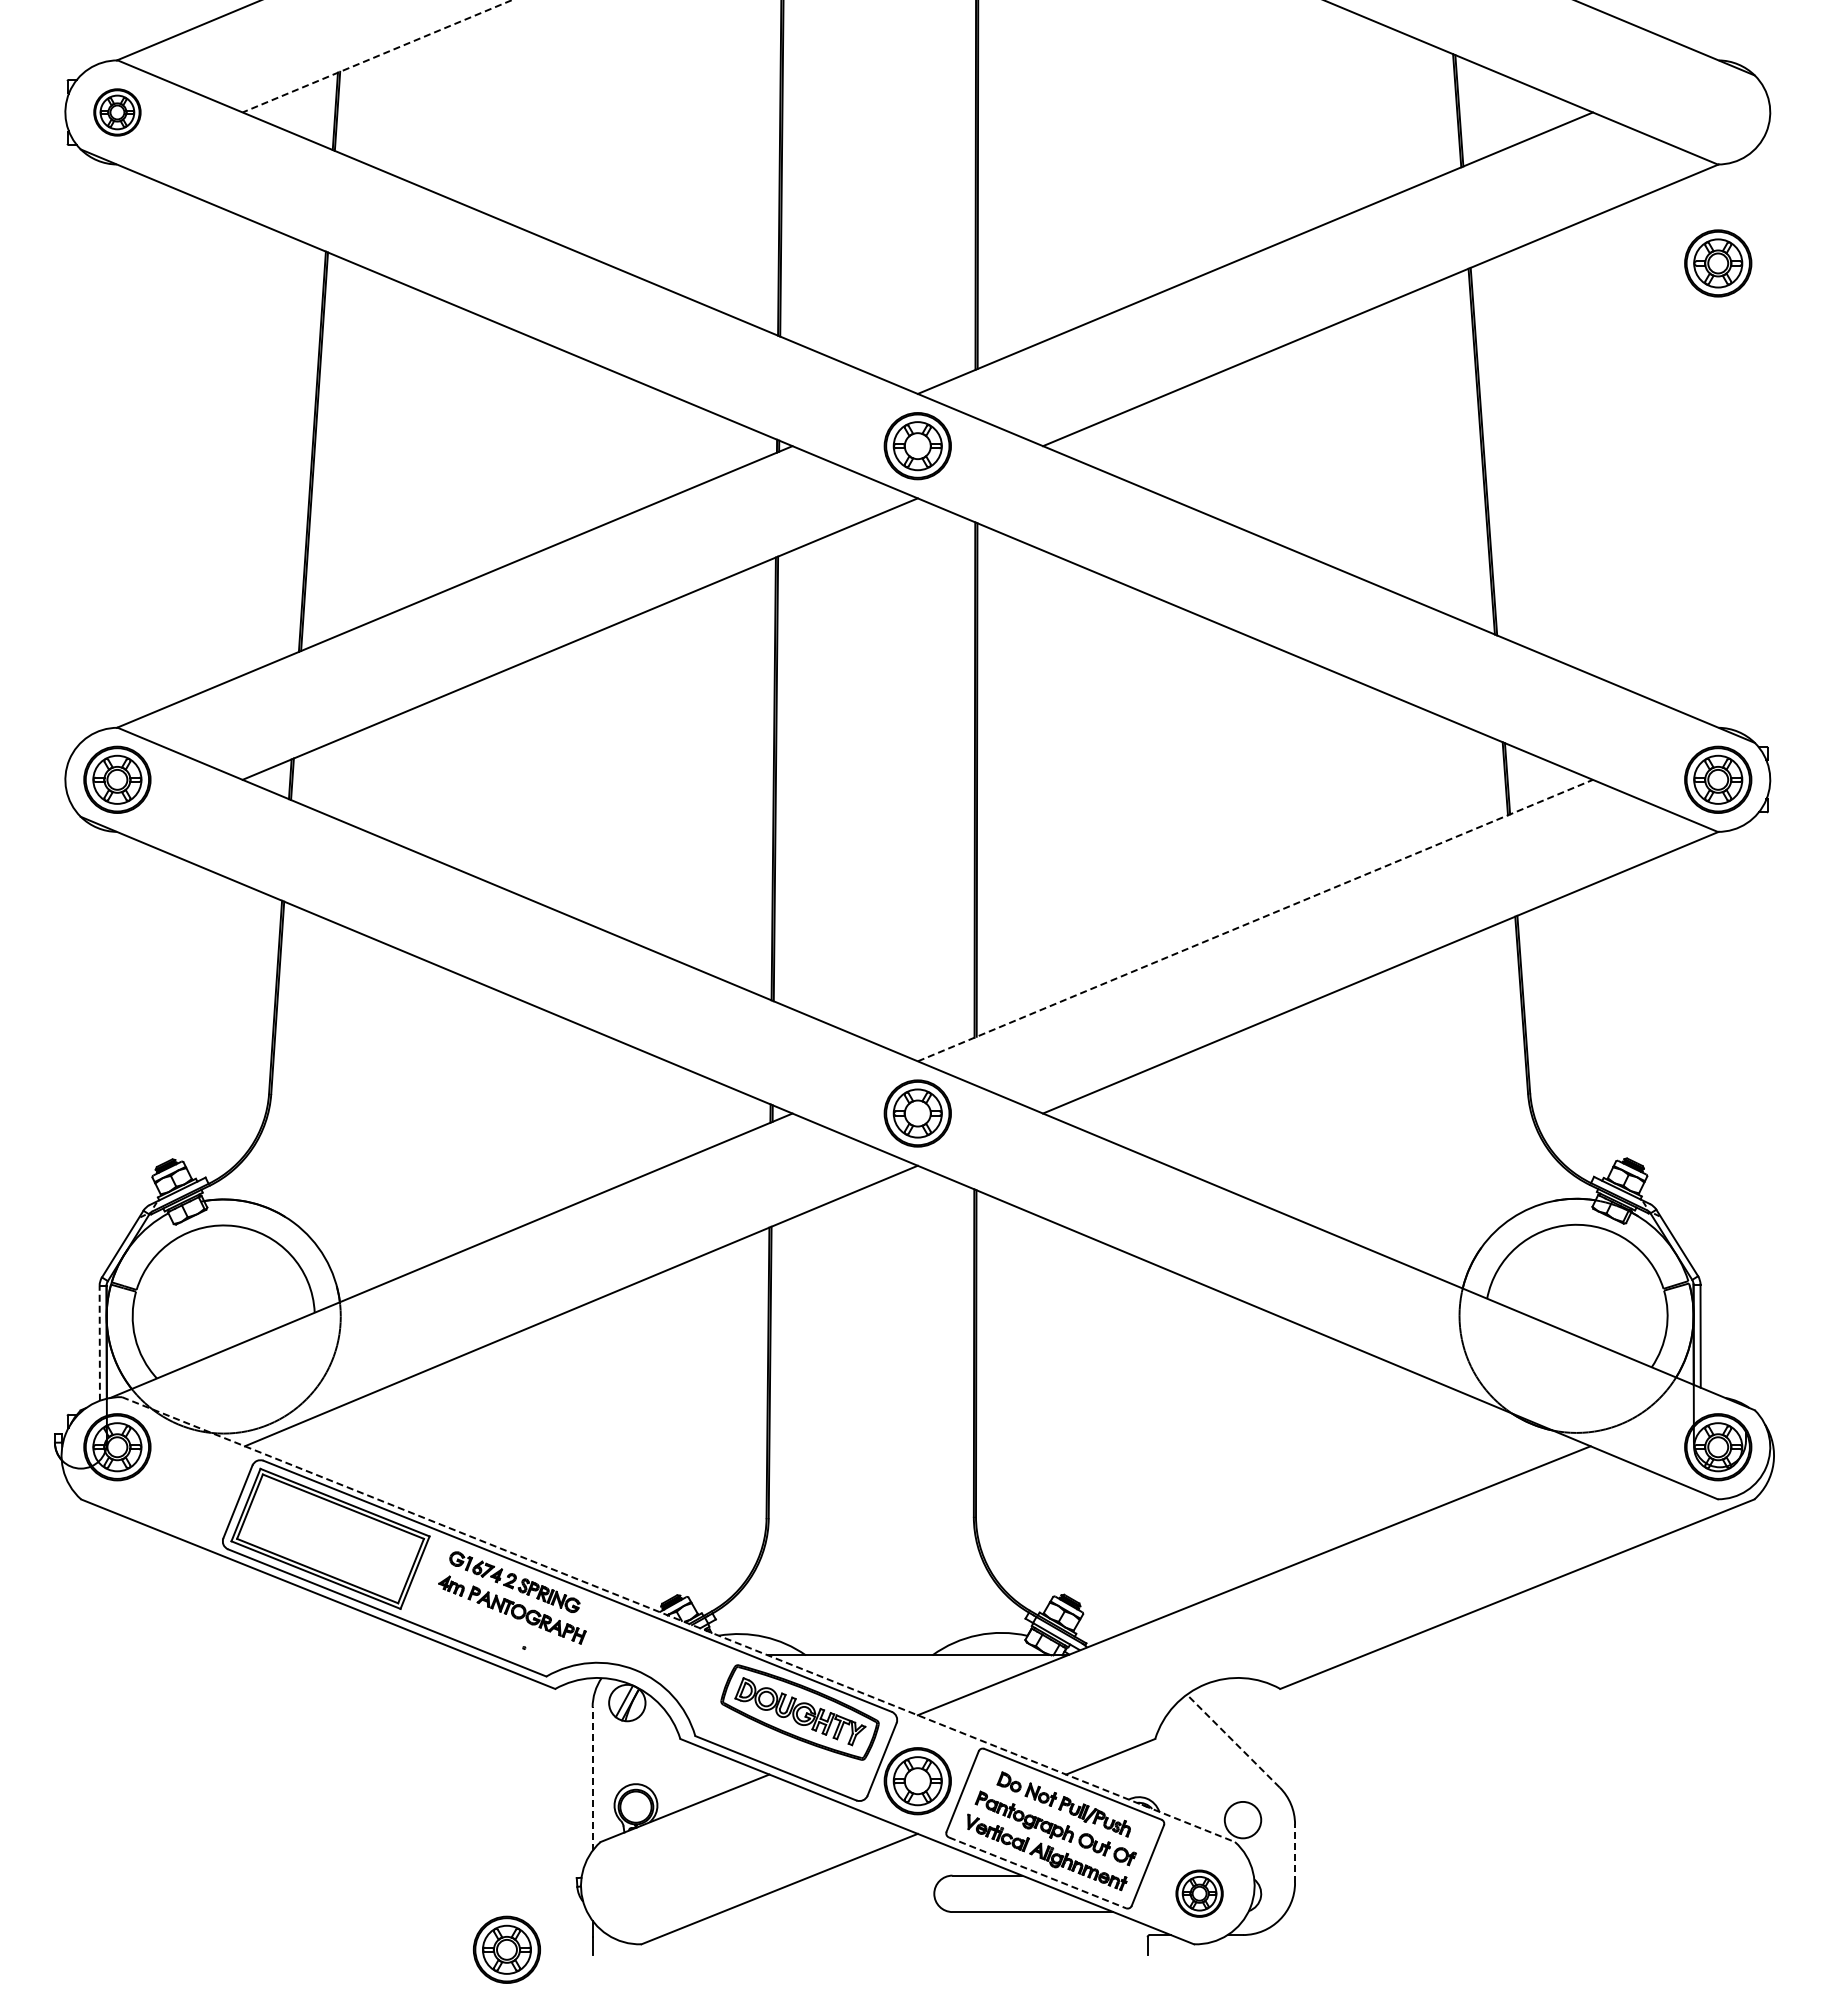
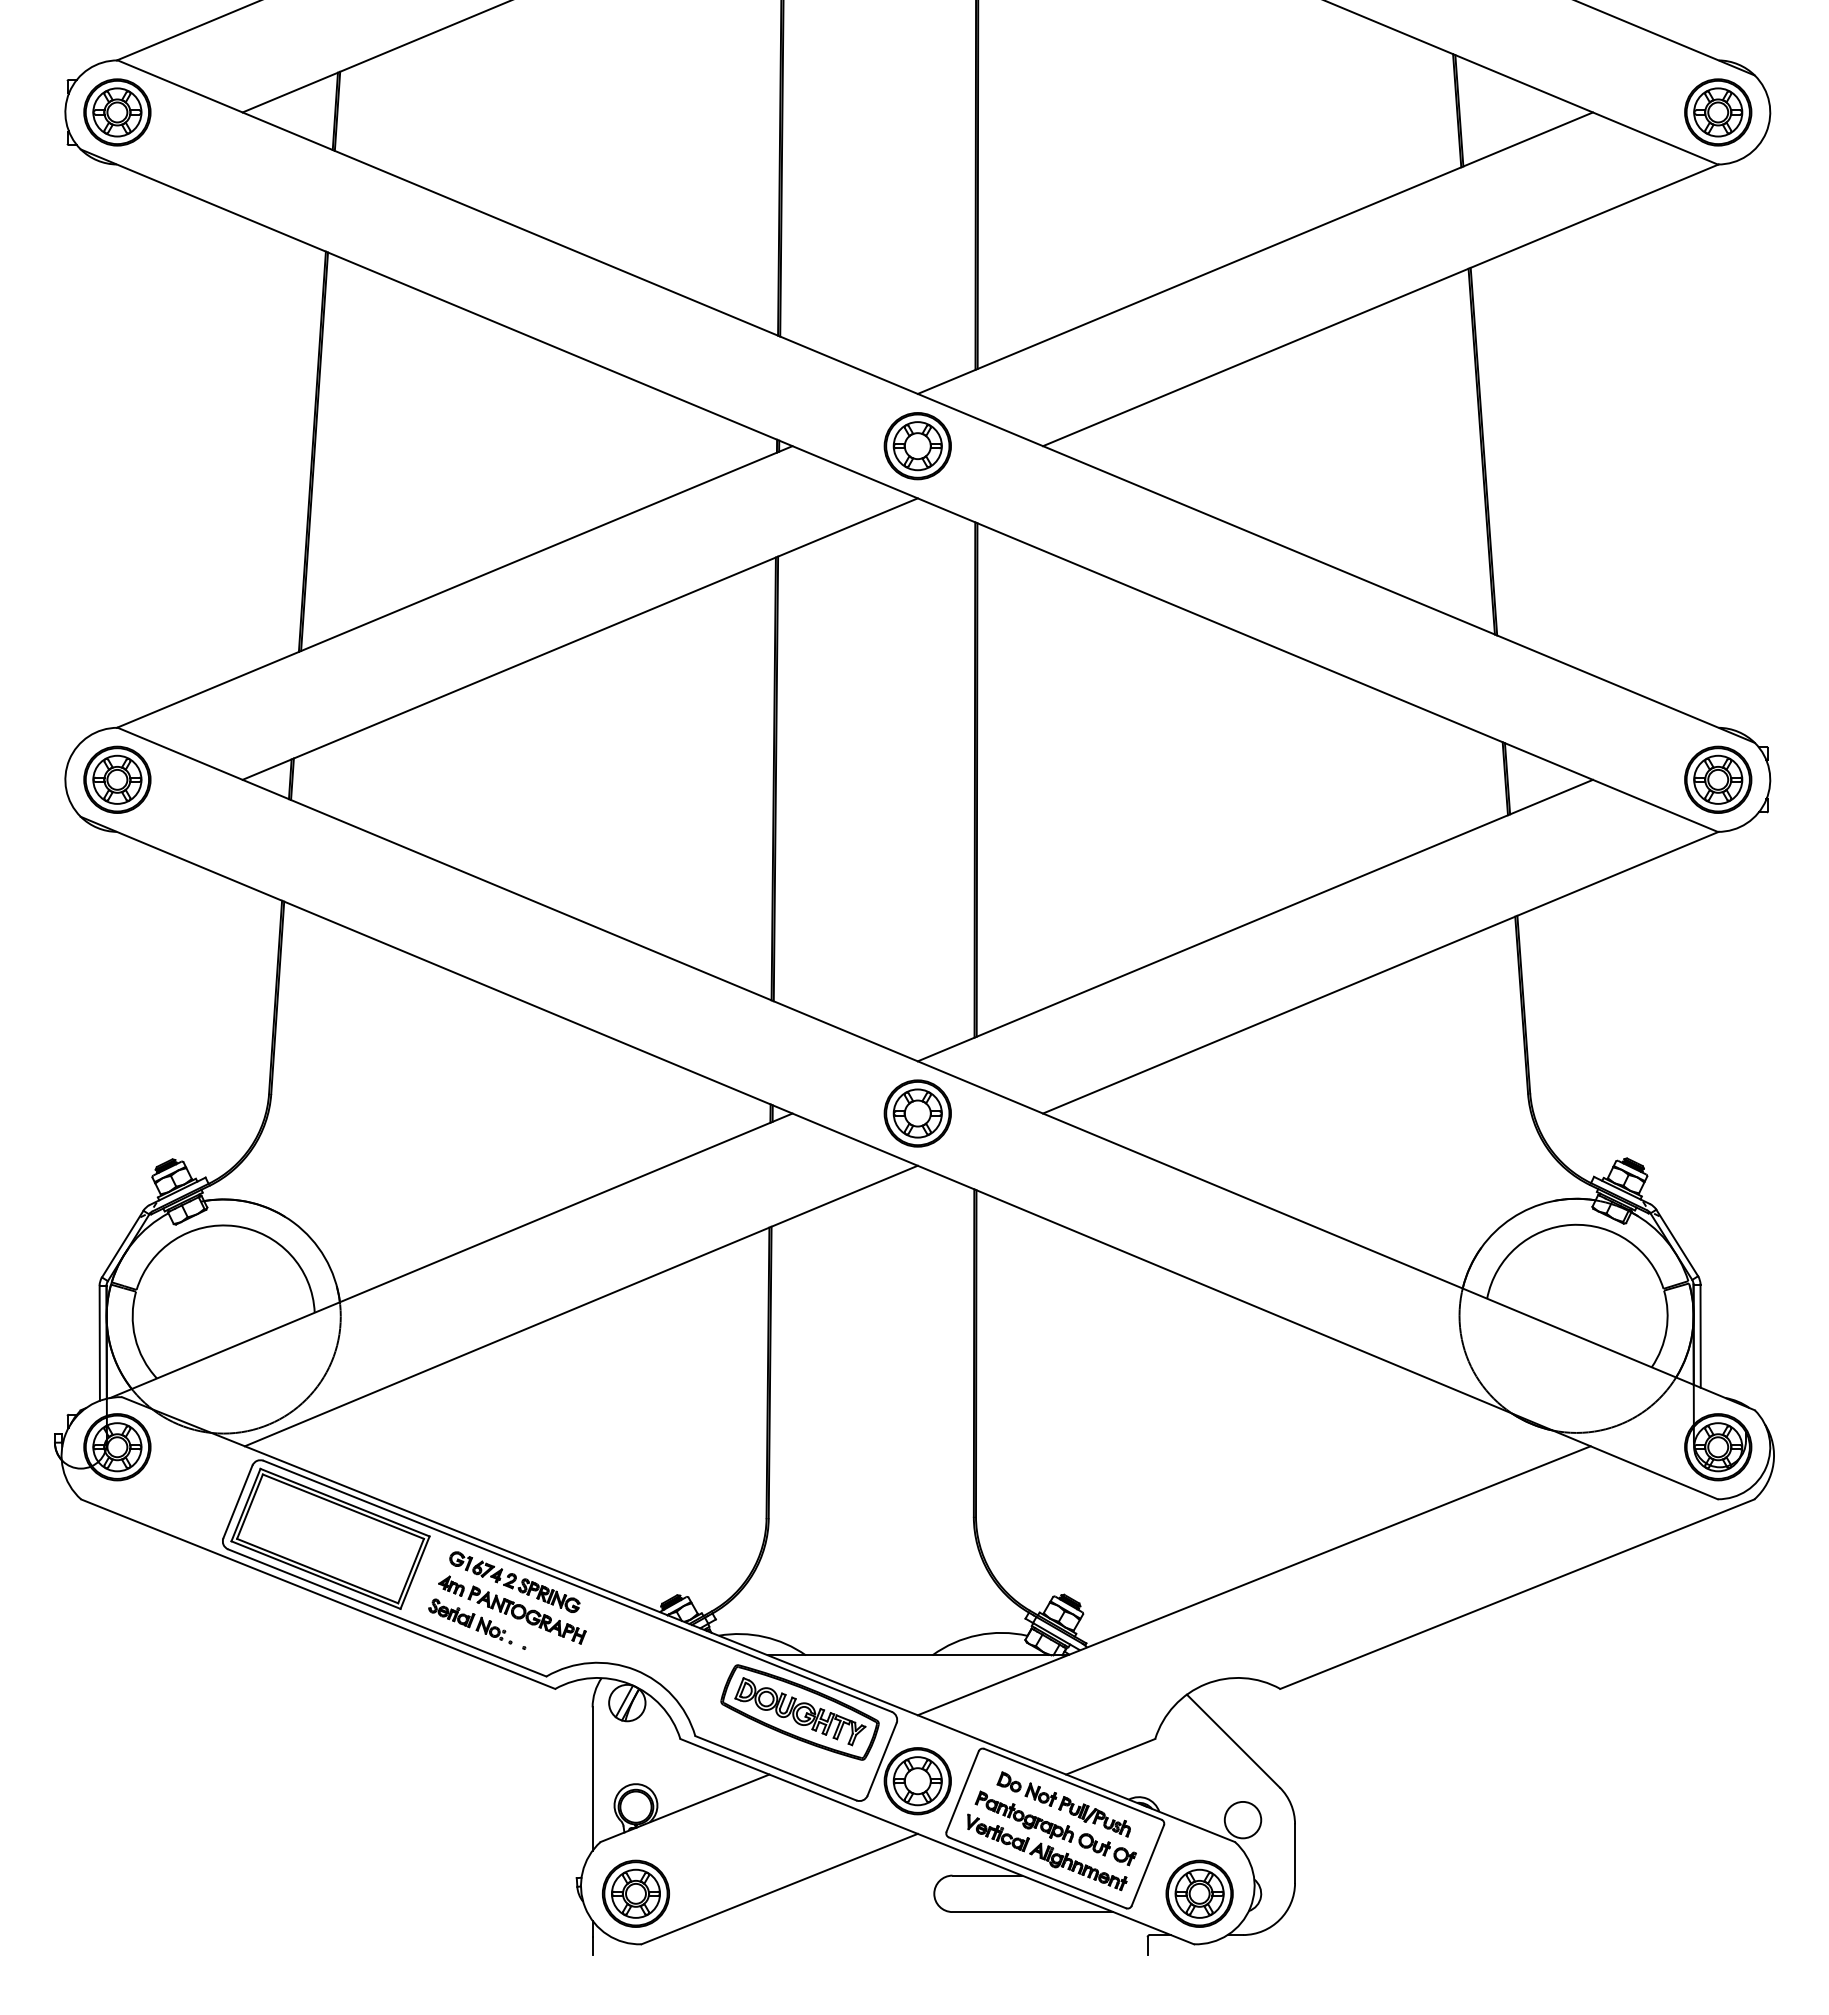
line at (377, 56): dashed -> solid
part at (117, 112) size: 49x49 px -> 69x69 px
part at (1718, 263) position: (1718, 263) -> (1718, 112)
line at (1255, 920): dashed -> solid
line at (99, 1343): dashed -> solid
line at (678, 1619): dashed -> solid
part at (470, 1621): none -> present
line at (1233, 1741): dashed -> solid
line at (592, 1779): dashed -> solid
line at (1295, 1853): dashed -> solid
line at (1038, 1873): dashed -> solid
part at (1199, 1893) size: 49x49 px -> 69x69 px
part at (506, 1949) position: (506, 1949) -> (635, 1893)
